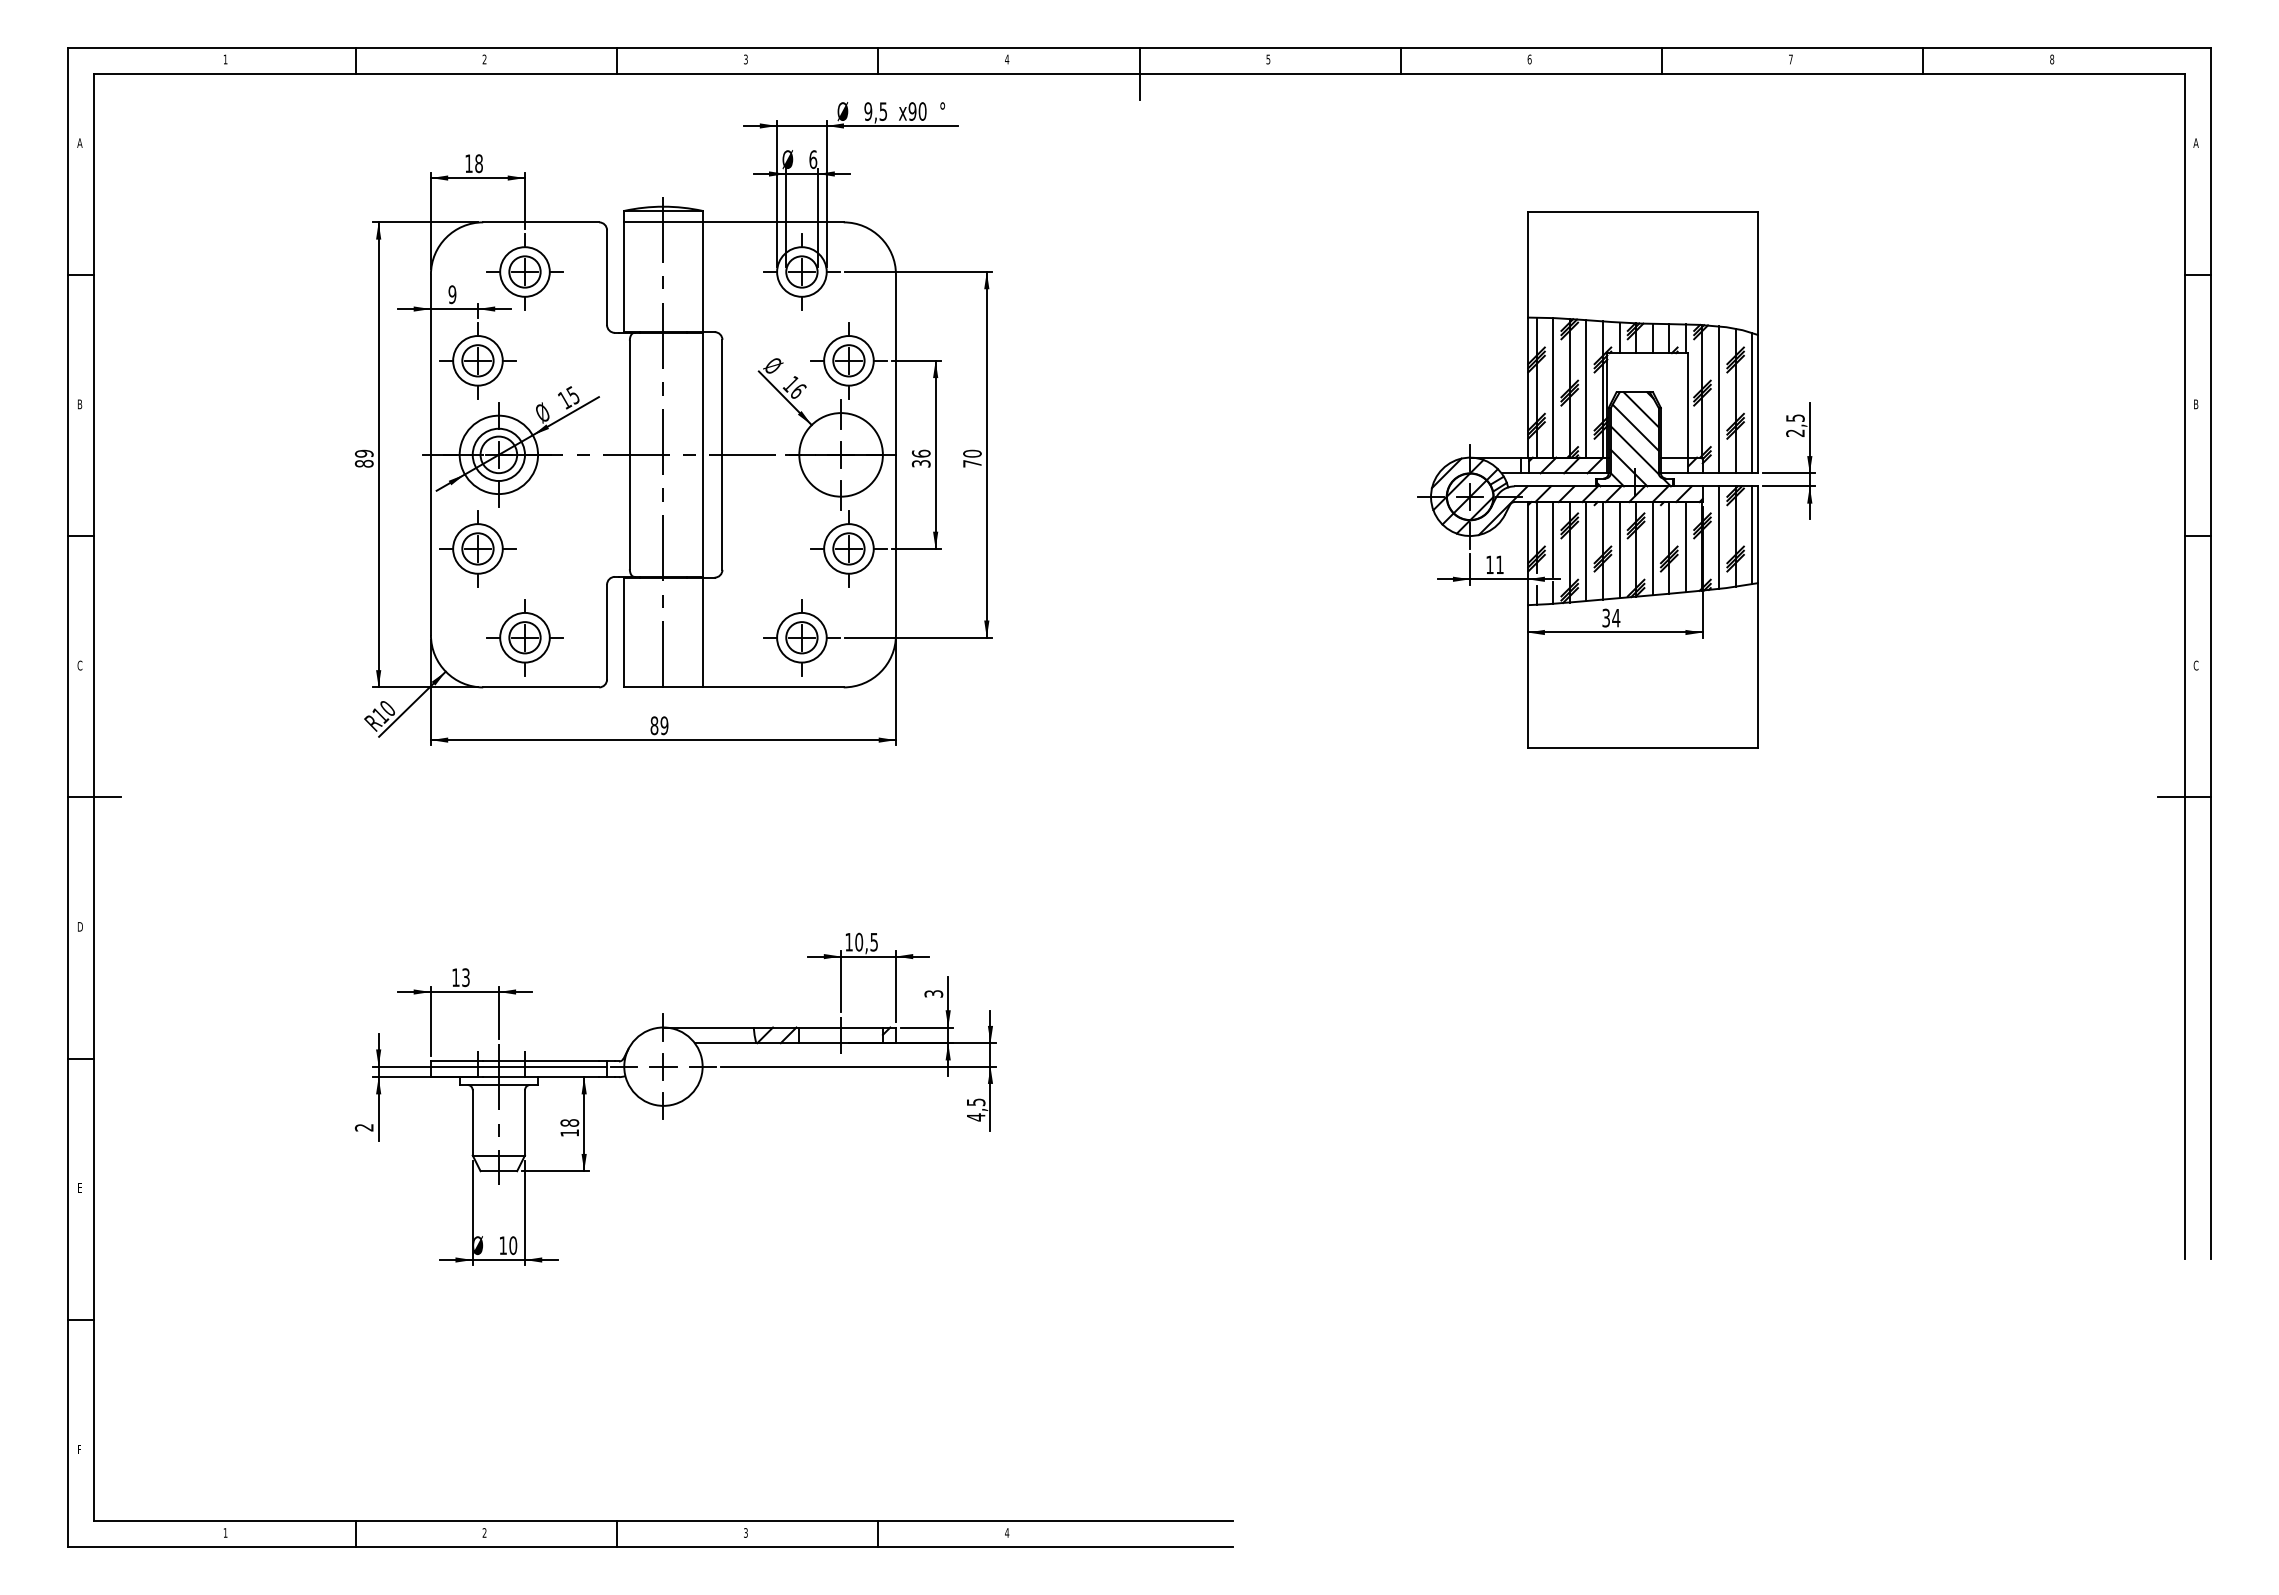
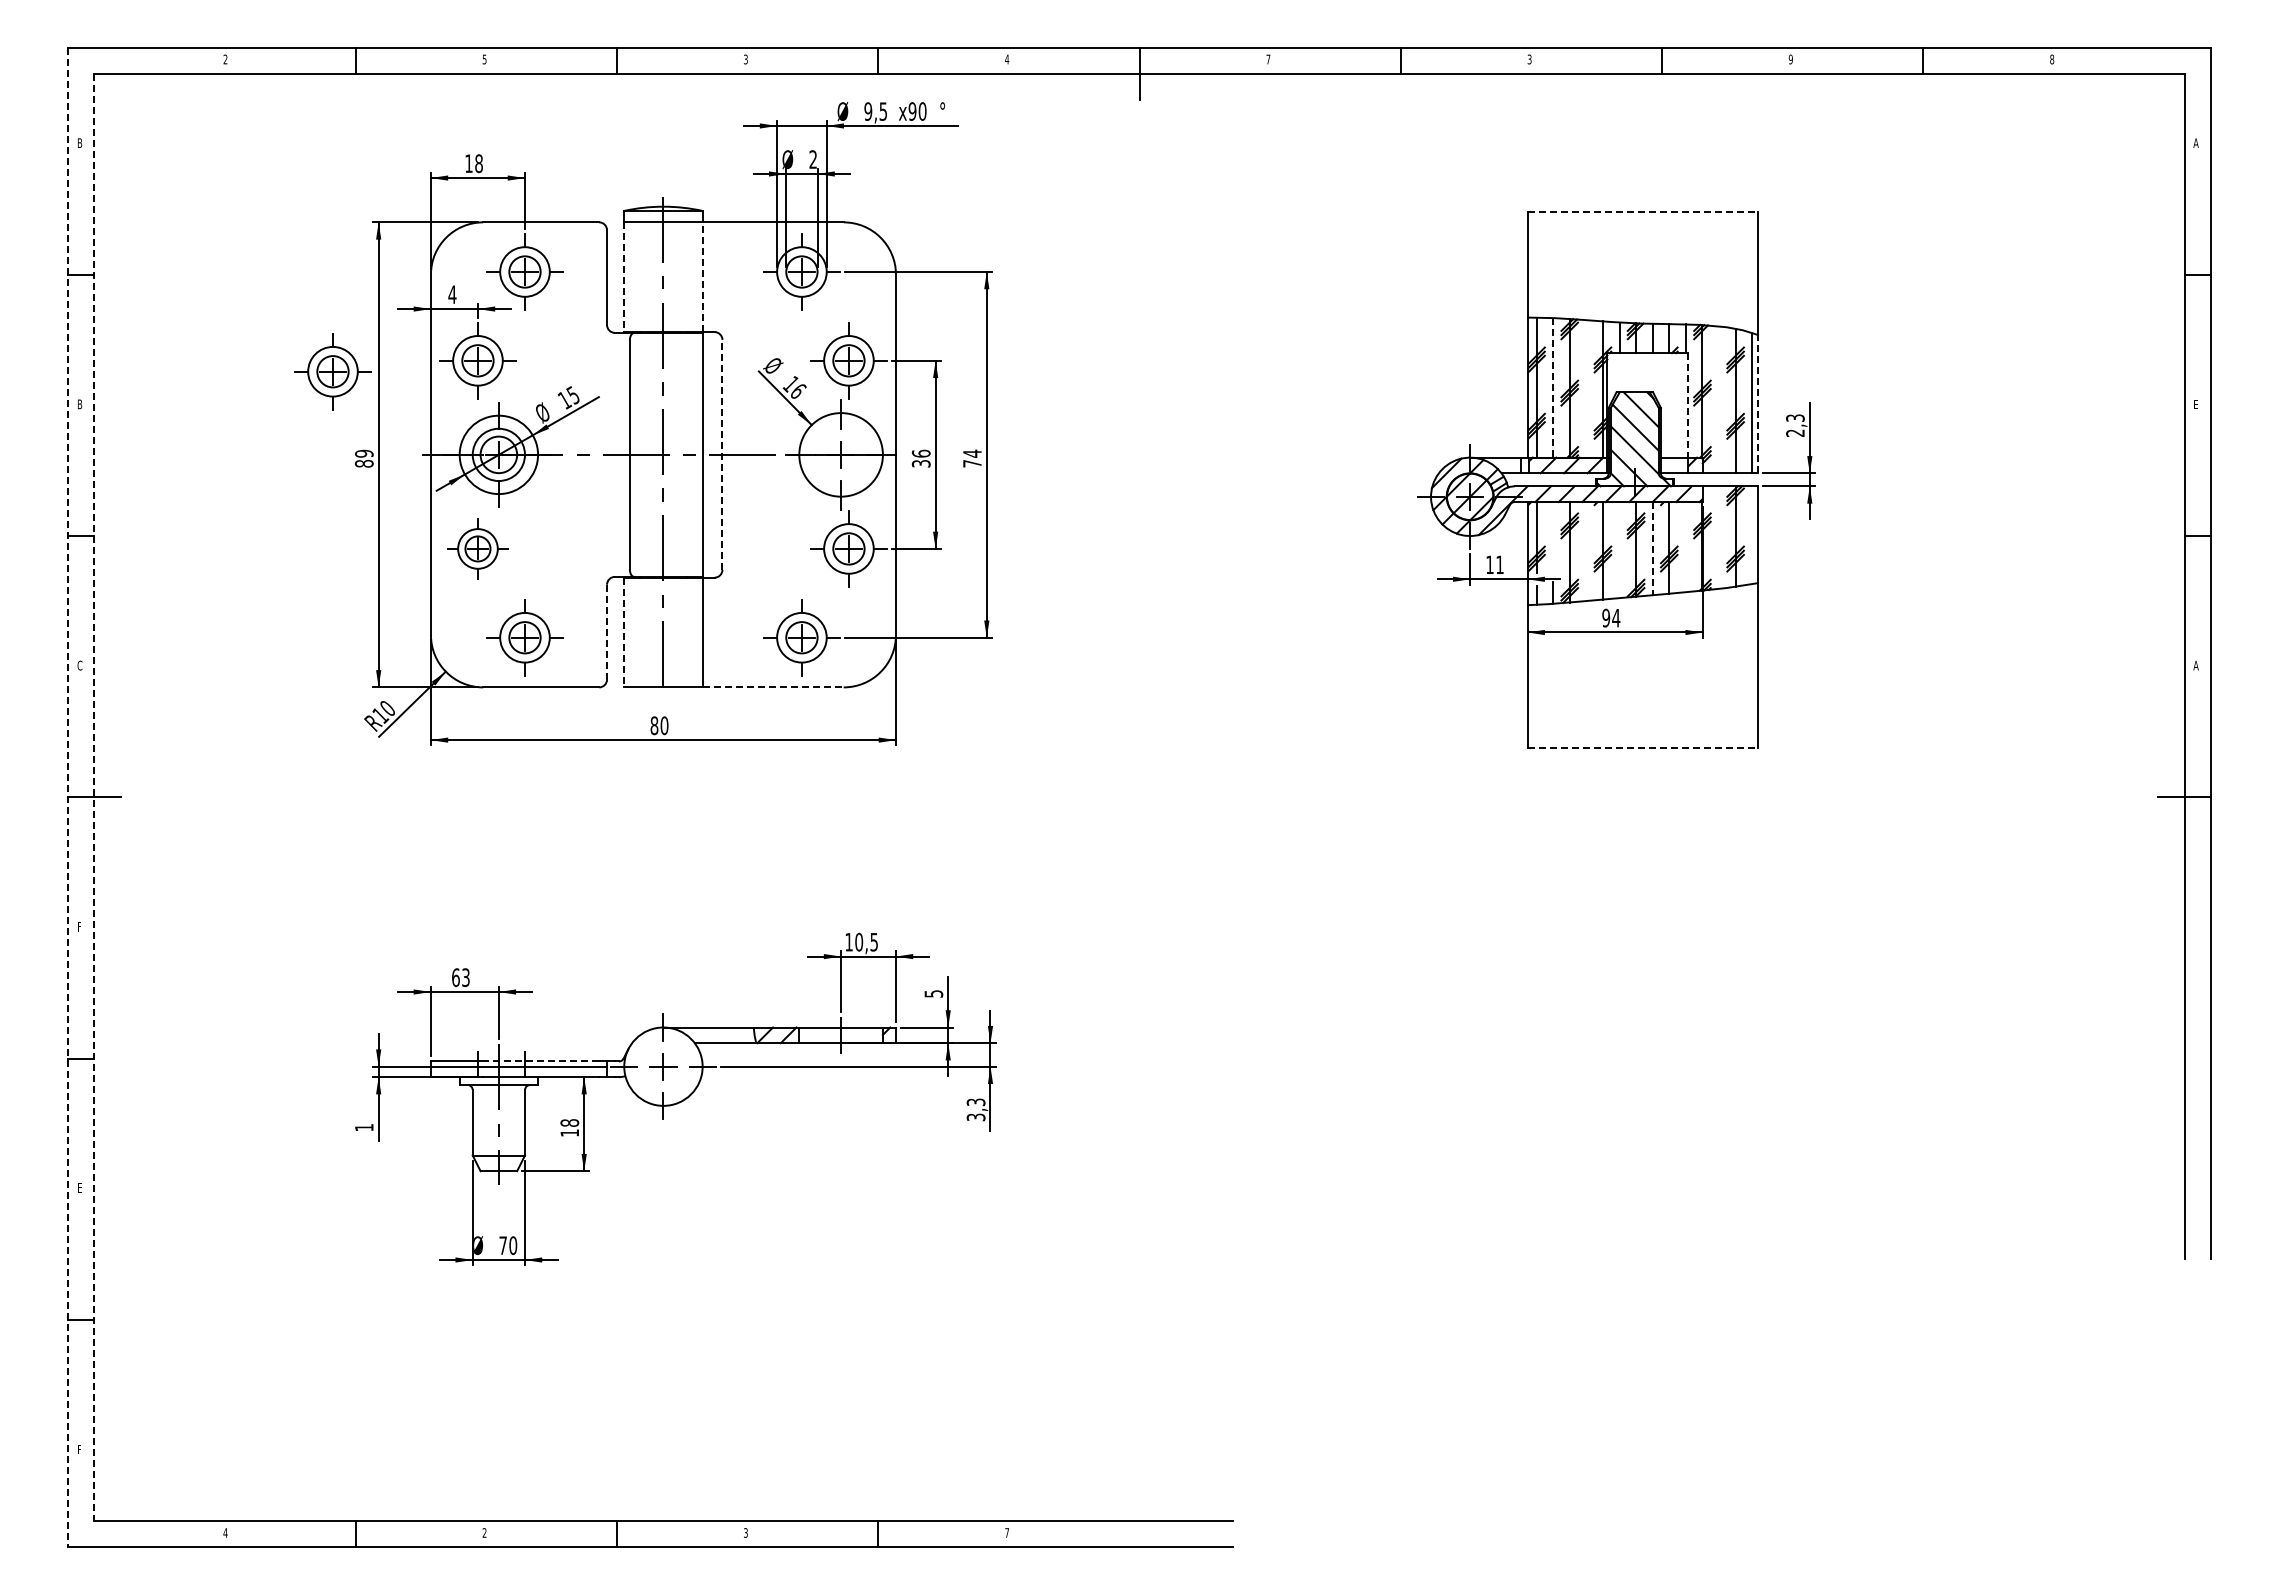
text at (225, 59): 1 -> 2
text at (484, 59): 2 -> 5
text at (1268, 59): 5 -> 7
text at (1529, 59): 6 -> 3
text at (1790, 59): 7 -> 9
text at (79, 142): A -> B
text at (813, 159): 6 -> 2
line at (1642, 212): solid -> dashed
line at (624, 277): solid -> dashed
line at (702, 277): solid -> dashed
text at (452, 294): 9 -> 4
part at (332, 371): none -> present
line at (1553, 387): solid -> dashed
line at (1586, 388): present -> none
line at (1719, 399): present -> none
line at (1757, 403): solid -> dashed
text at (2196, 404): B -> E
line at (1688, 405): solid -> dashed
text at (1794, 417): 2,5 -> 2,3
text at (972, 453): 70 -> 74
line at (722, 454): solid -> dashed
line at (1752, 535): present -> none
line at (1719, 537): present -> none
line at (1553, 539): present -> none
line at (1685, 547): present -> none
part at (477, 548) size: 78x78 px -> 62x62 px
line at (1652, 548): solid -> dashed
line at (1619, 550): present -> none
line at (1586, 551): present -> none
text at (1606, 617): 34 -> 94
line at (607, 632): solid -> dashed
line at (624, 632): solid -> dashed
text at (2195, 665): C -> A
line at (773, 687): solid -> dashed
text at (664, 725): 89 -> 80
line at (1642, 747): solid -> dashed
line at (68, 797): solid -> dashed
line at (94, 797): solid -> dashed
text at (79, 926): D -> F
text at (455, 977): 13 -> 63
text at (933, 993): 3 -> 5
line at (540, 1061): solid -> dashed
text at (975, 1109): 4,5 -> 3,3
text at (363, 1127): 2 -> 1
text at (502, 1245): 10 -> 70
text at (225, 1532): 1 -> 4
text at (1007, 1532): 4 -> 7
